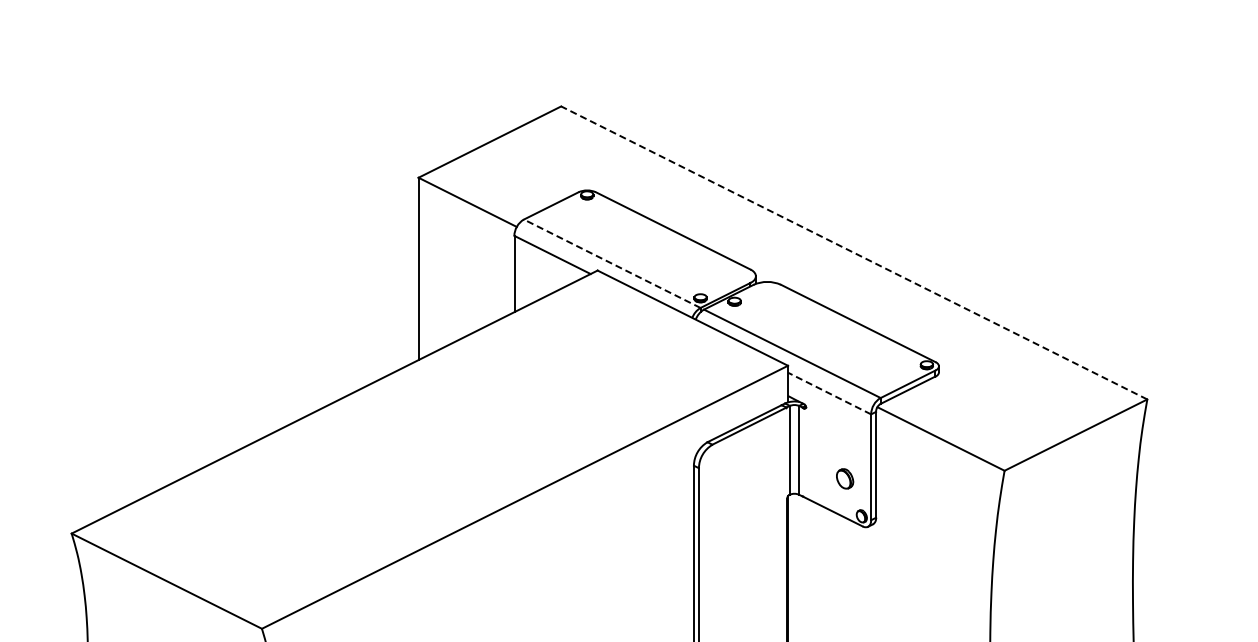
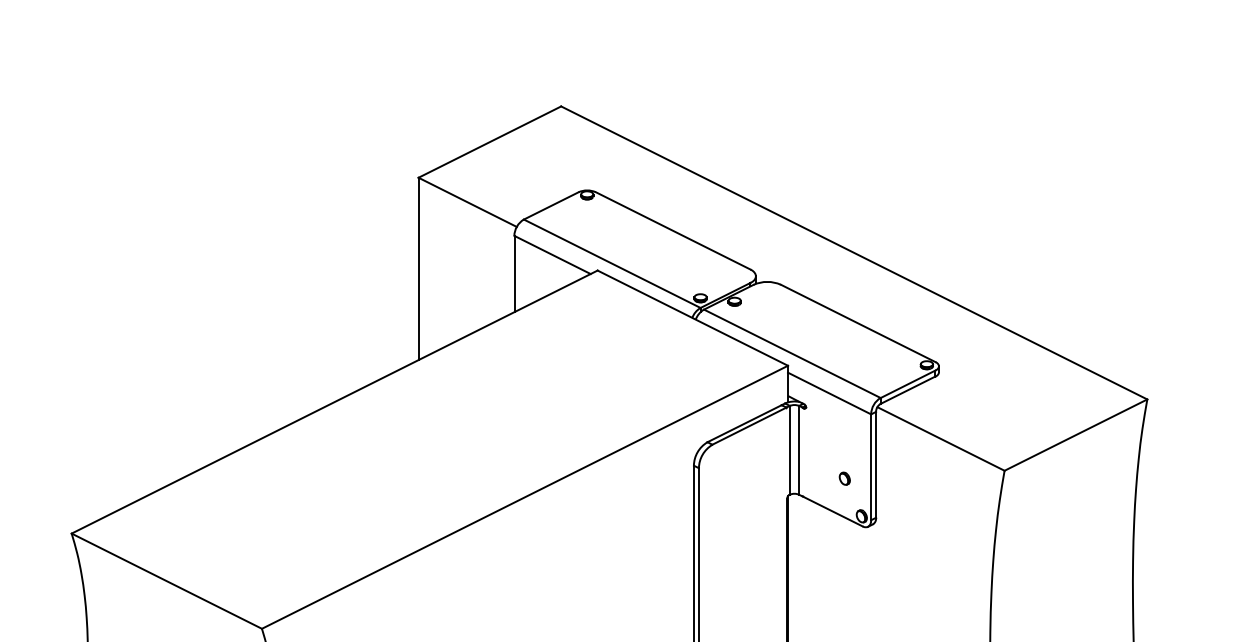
line at (854, 252): dashed -> solid
line at (612, 263): dashed -> solid
line at (829, 393): dashed -> solid
part at (845, 478) size: 19x22 px -> 13x15 px
